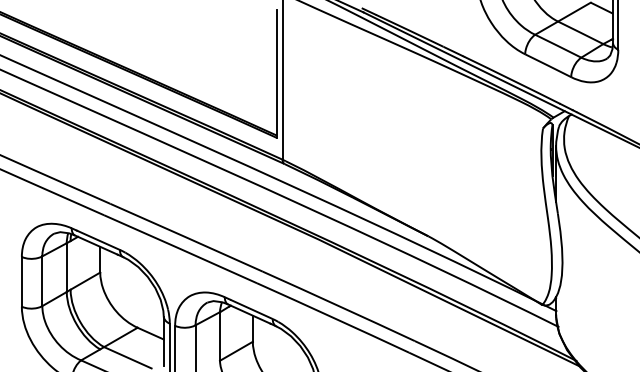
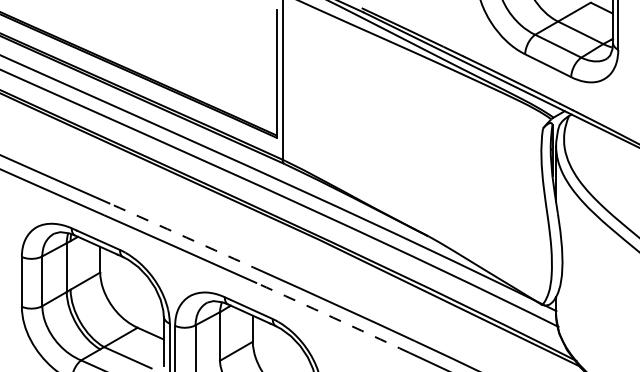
arc at (186, 237): solid -> dashed
arc at (333, 317): solid -> dashed
